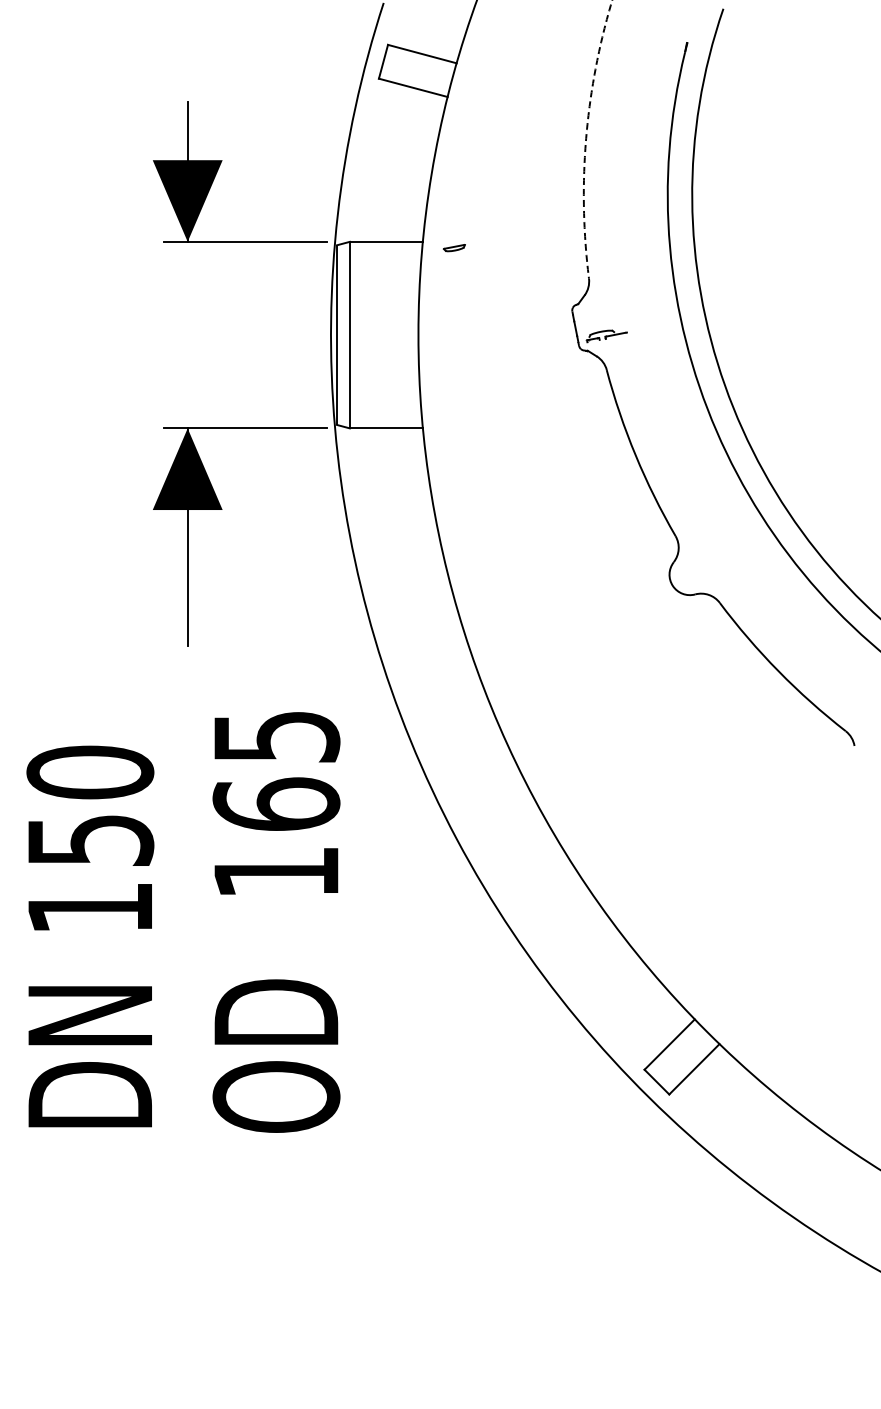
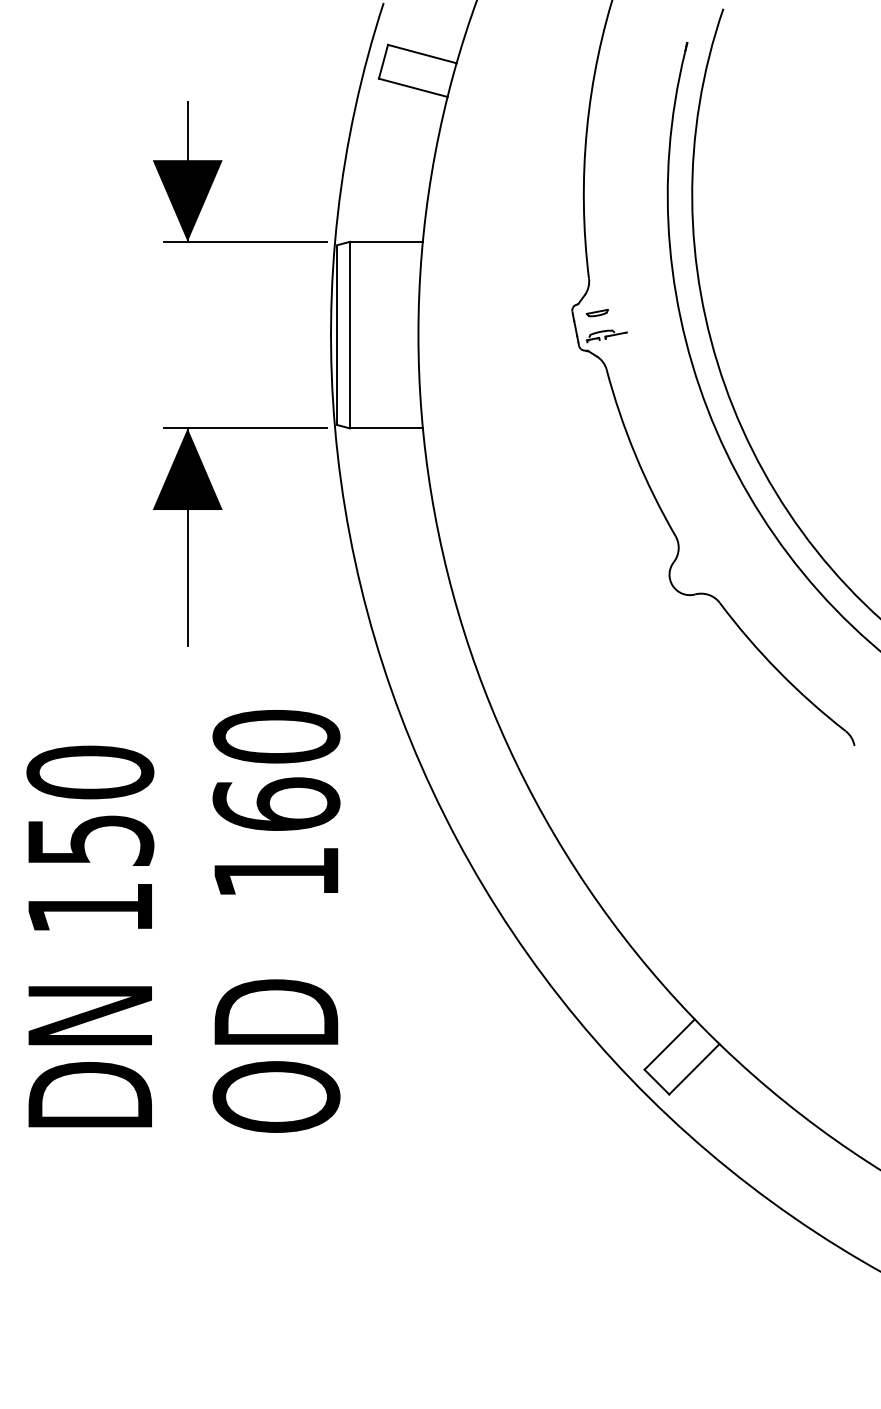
arc at (586, 138): dashed -> solid
part at (453, 248) position: (453, 248) -> (596, 313)
text at (276, 736): 165 -> 160
